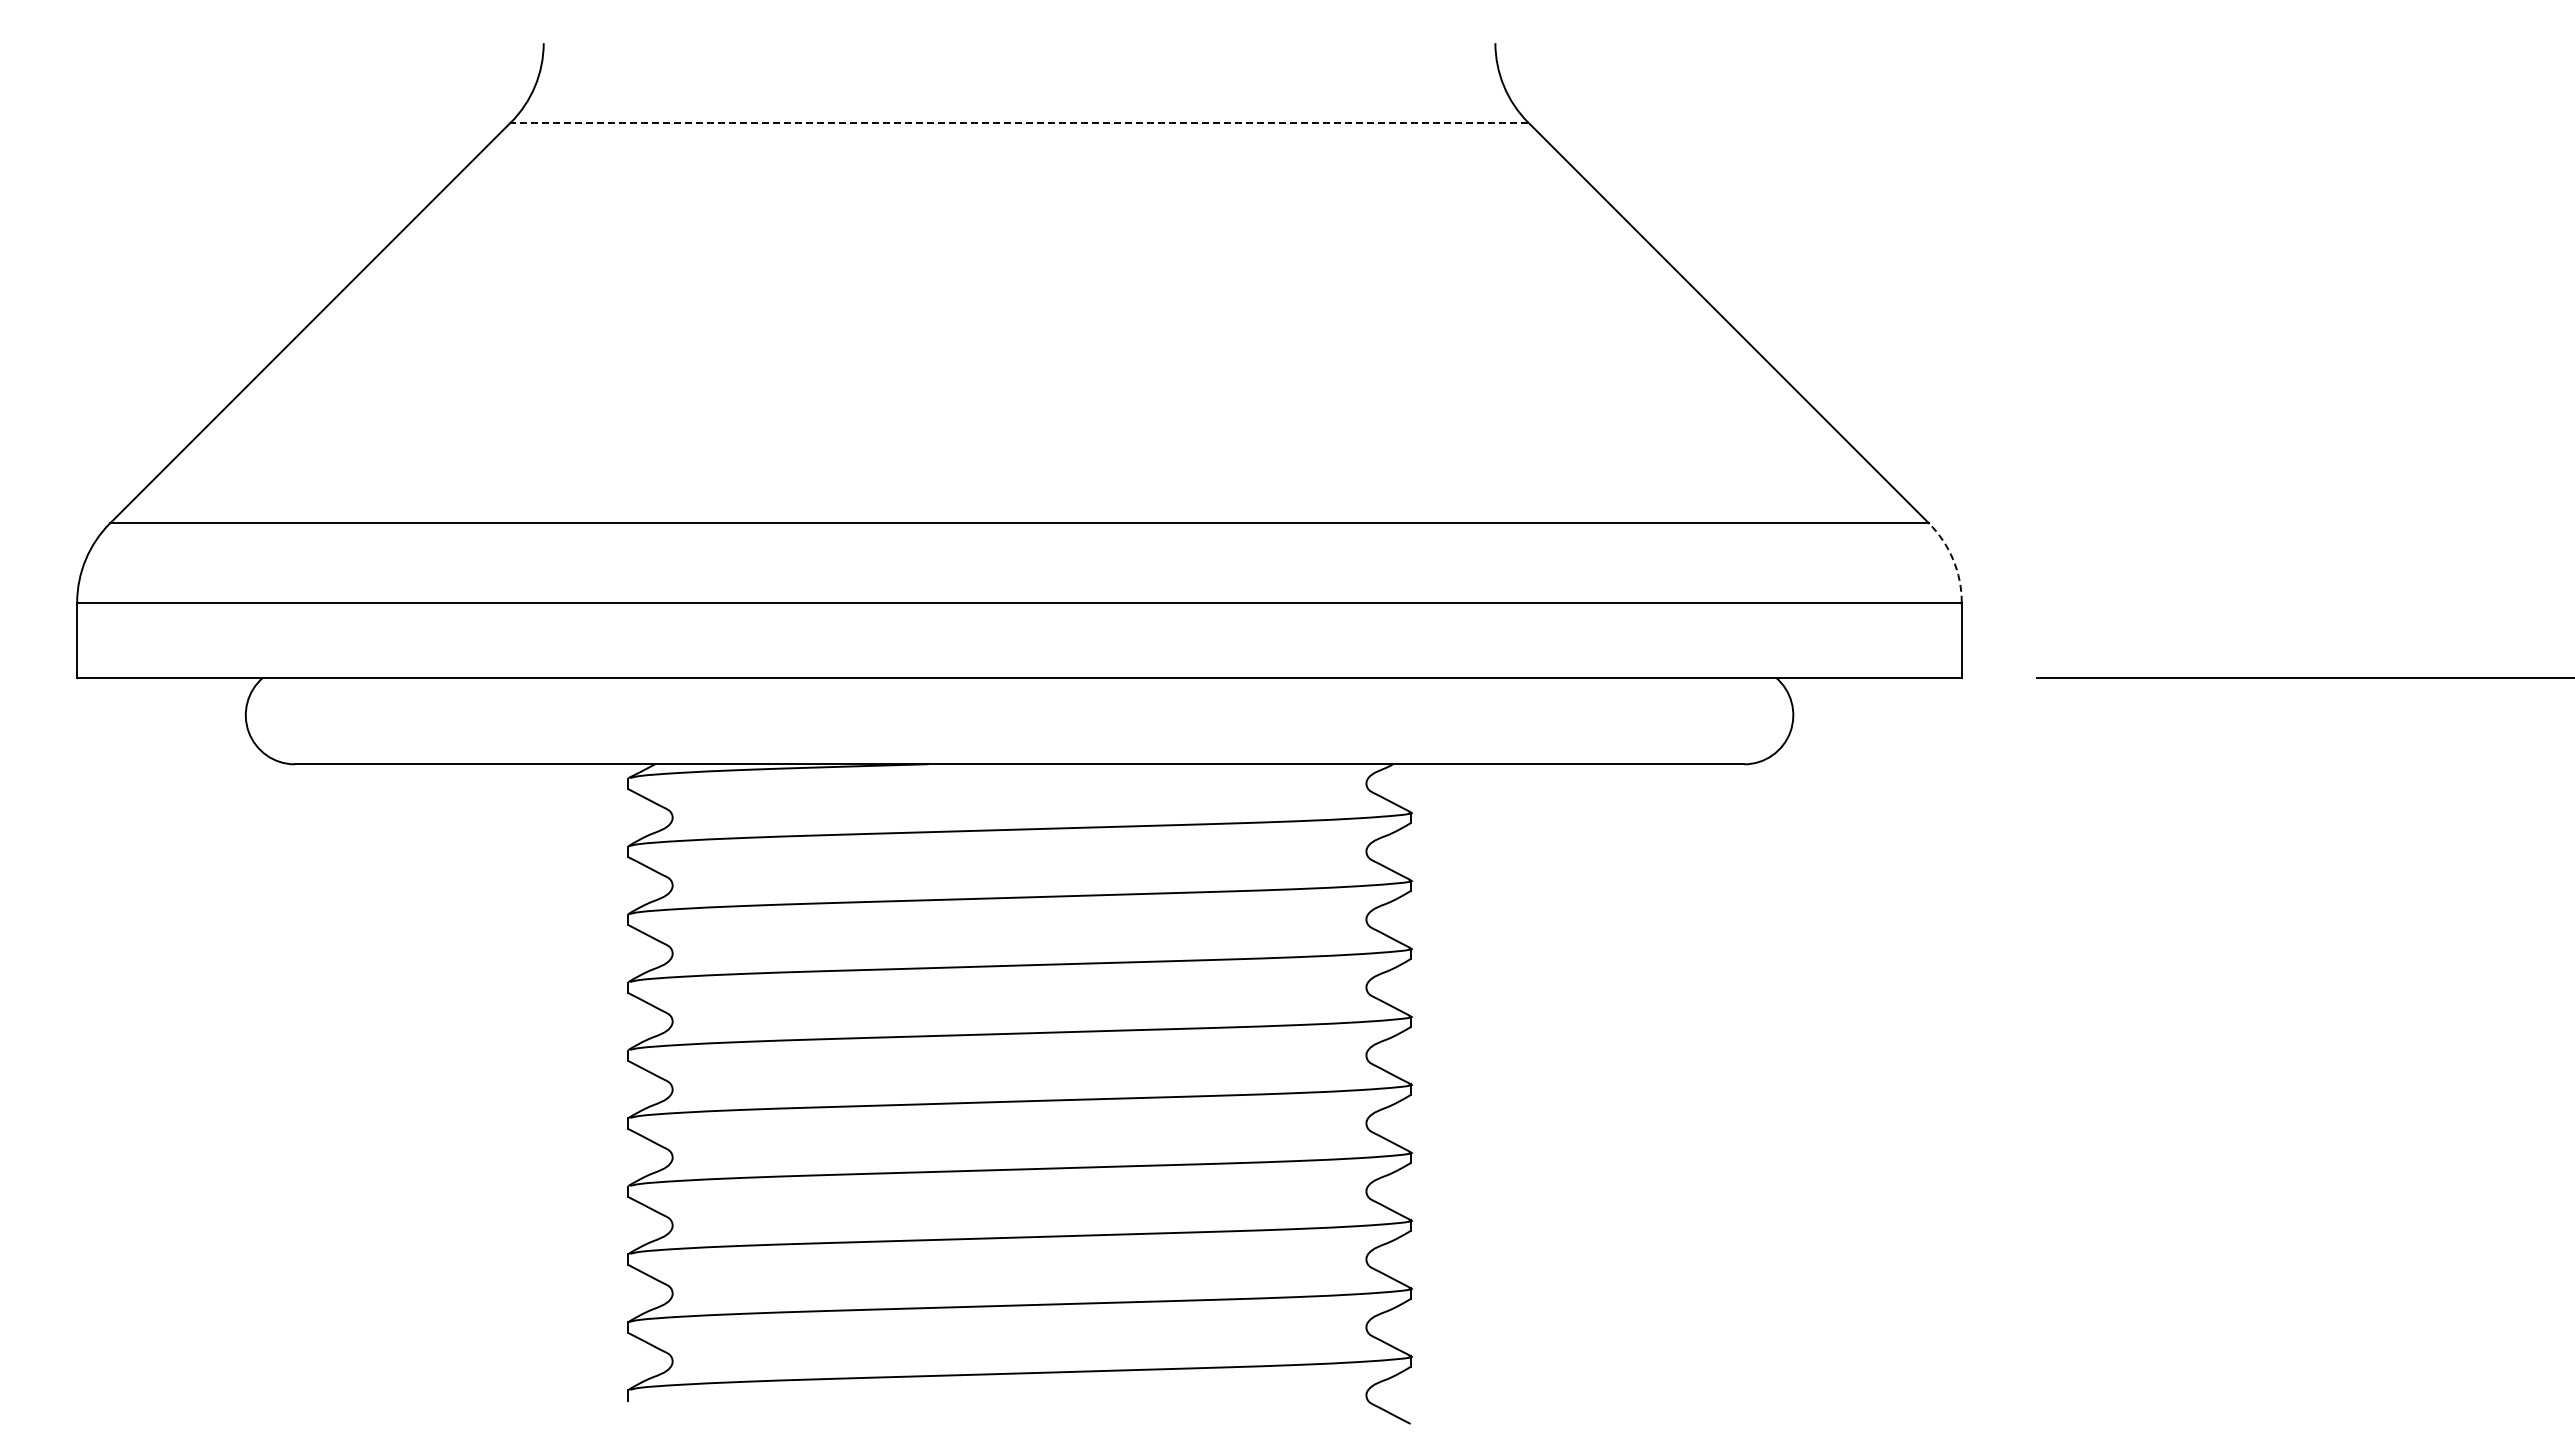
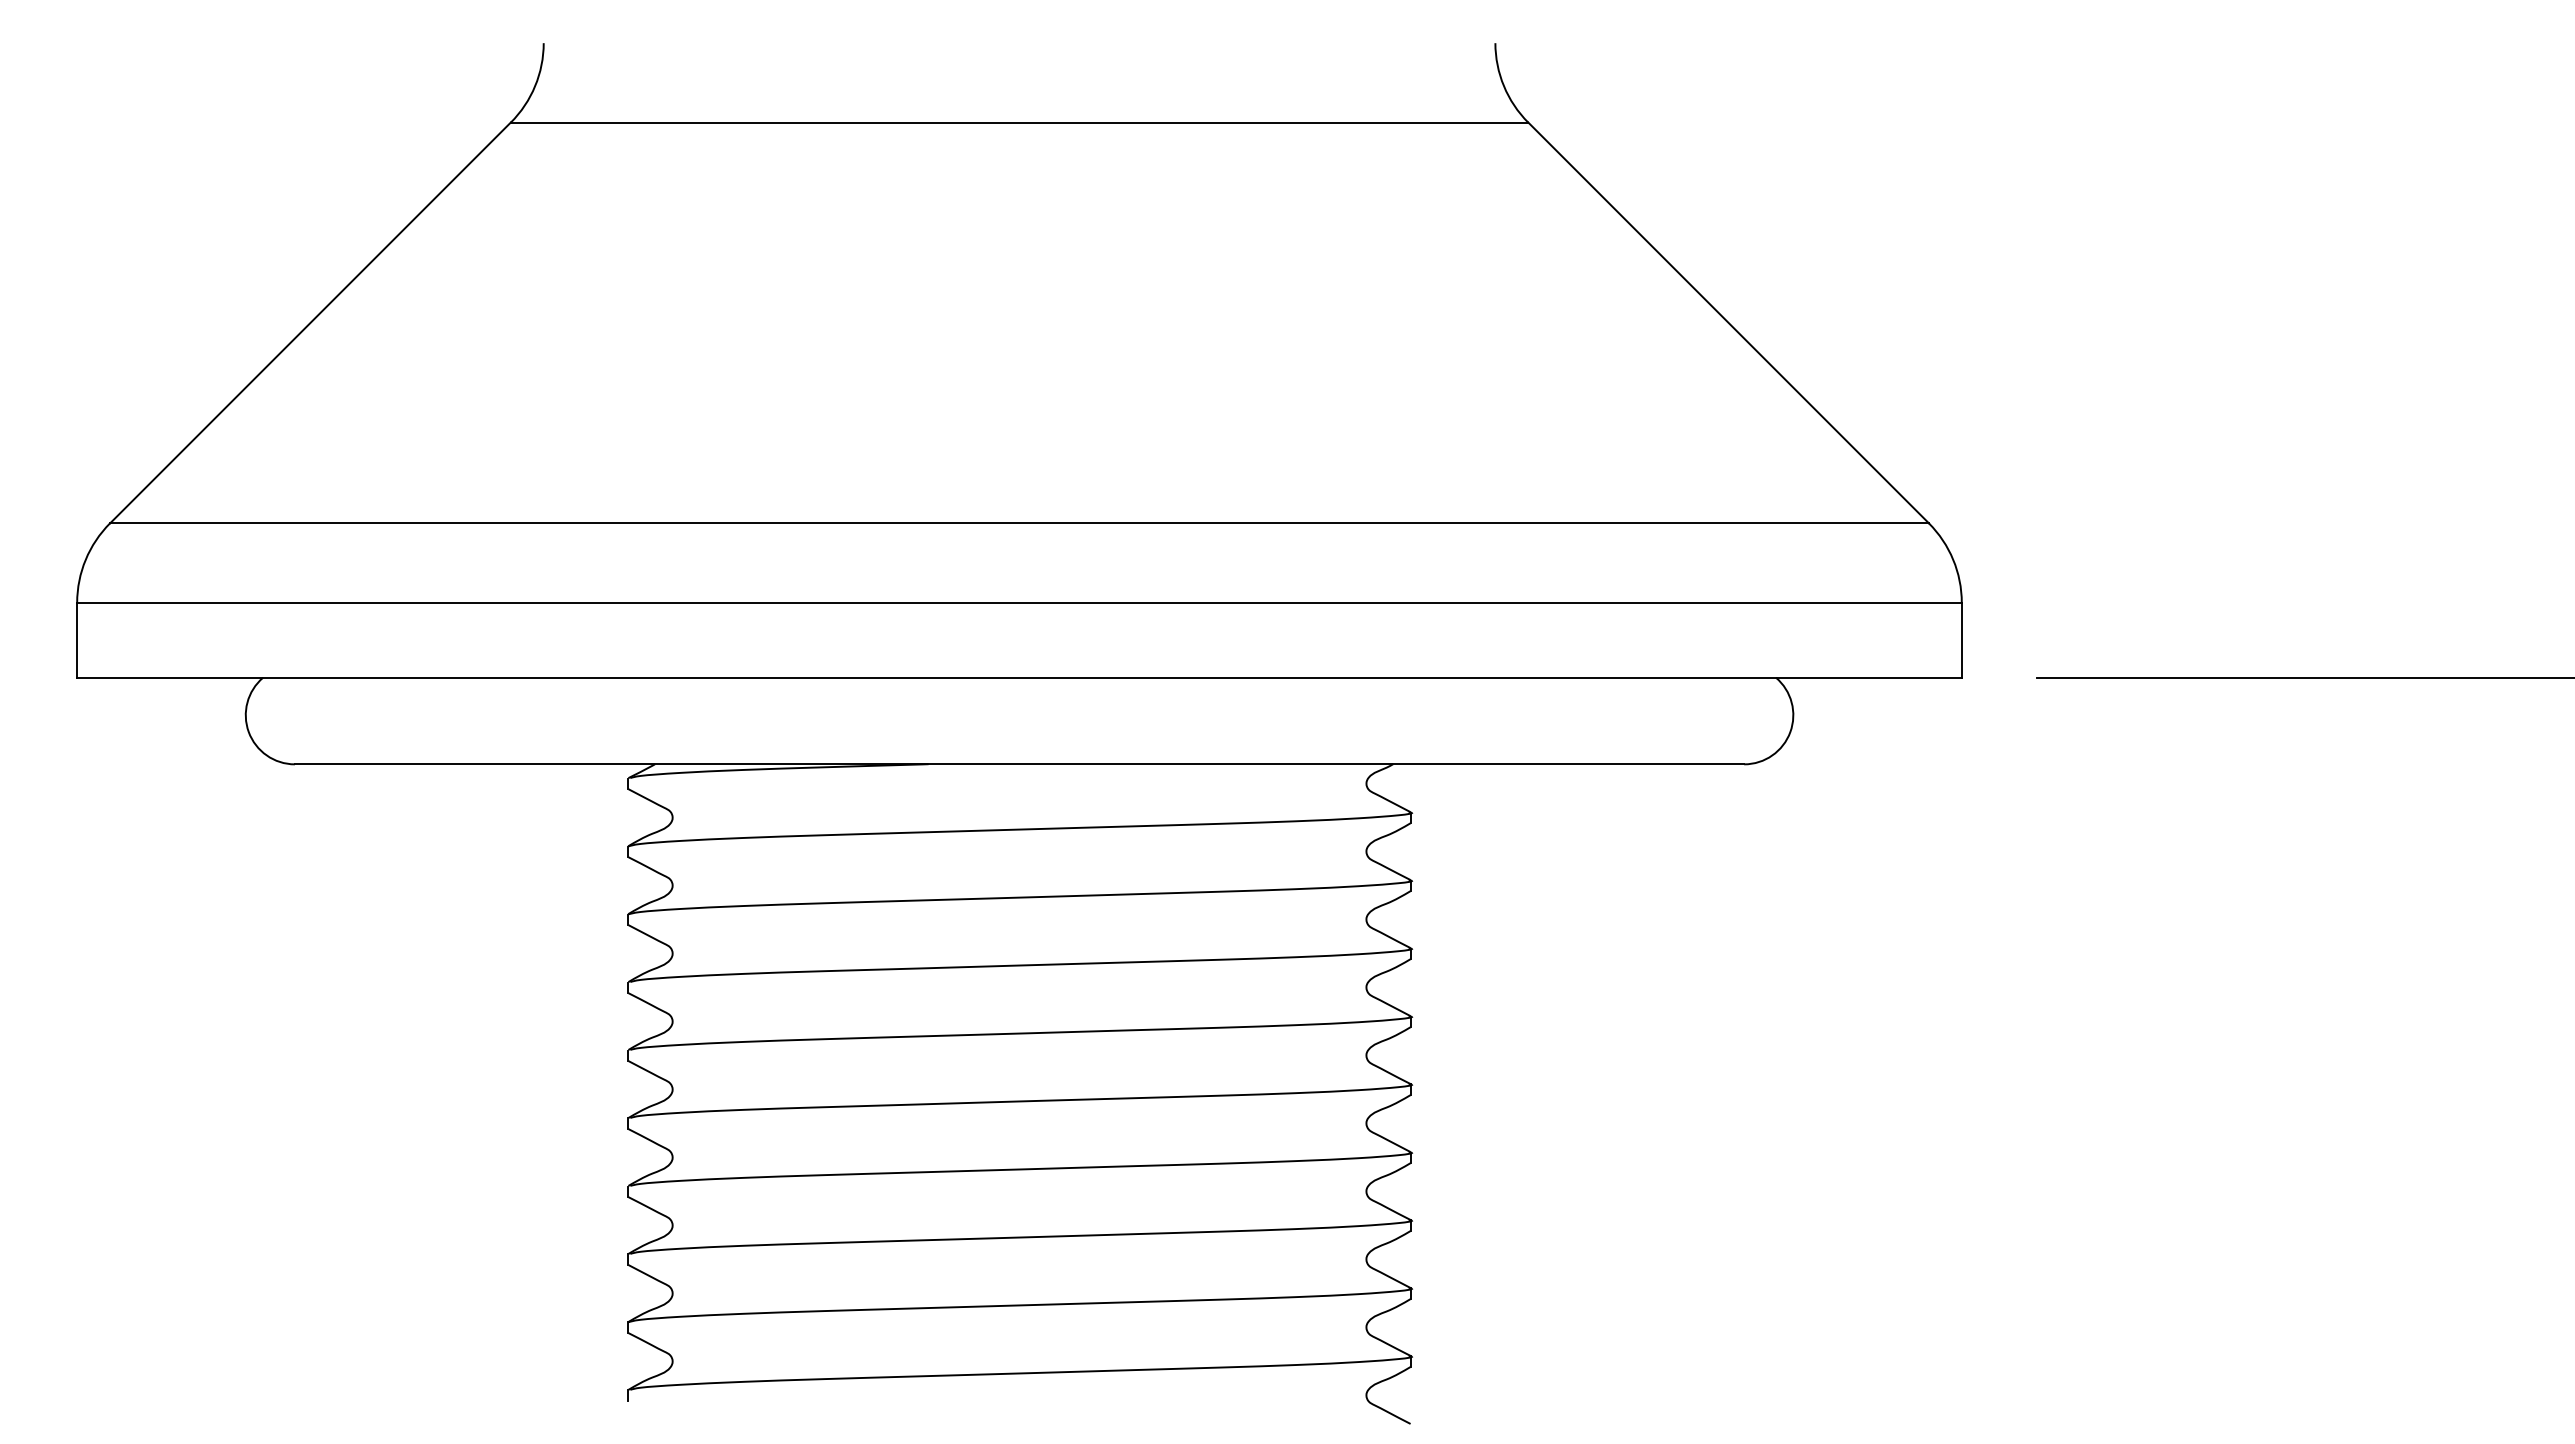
line at (1019, 122): dashed -> solid
arc at (1953, 559): dashed -> solid
